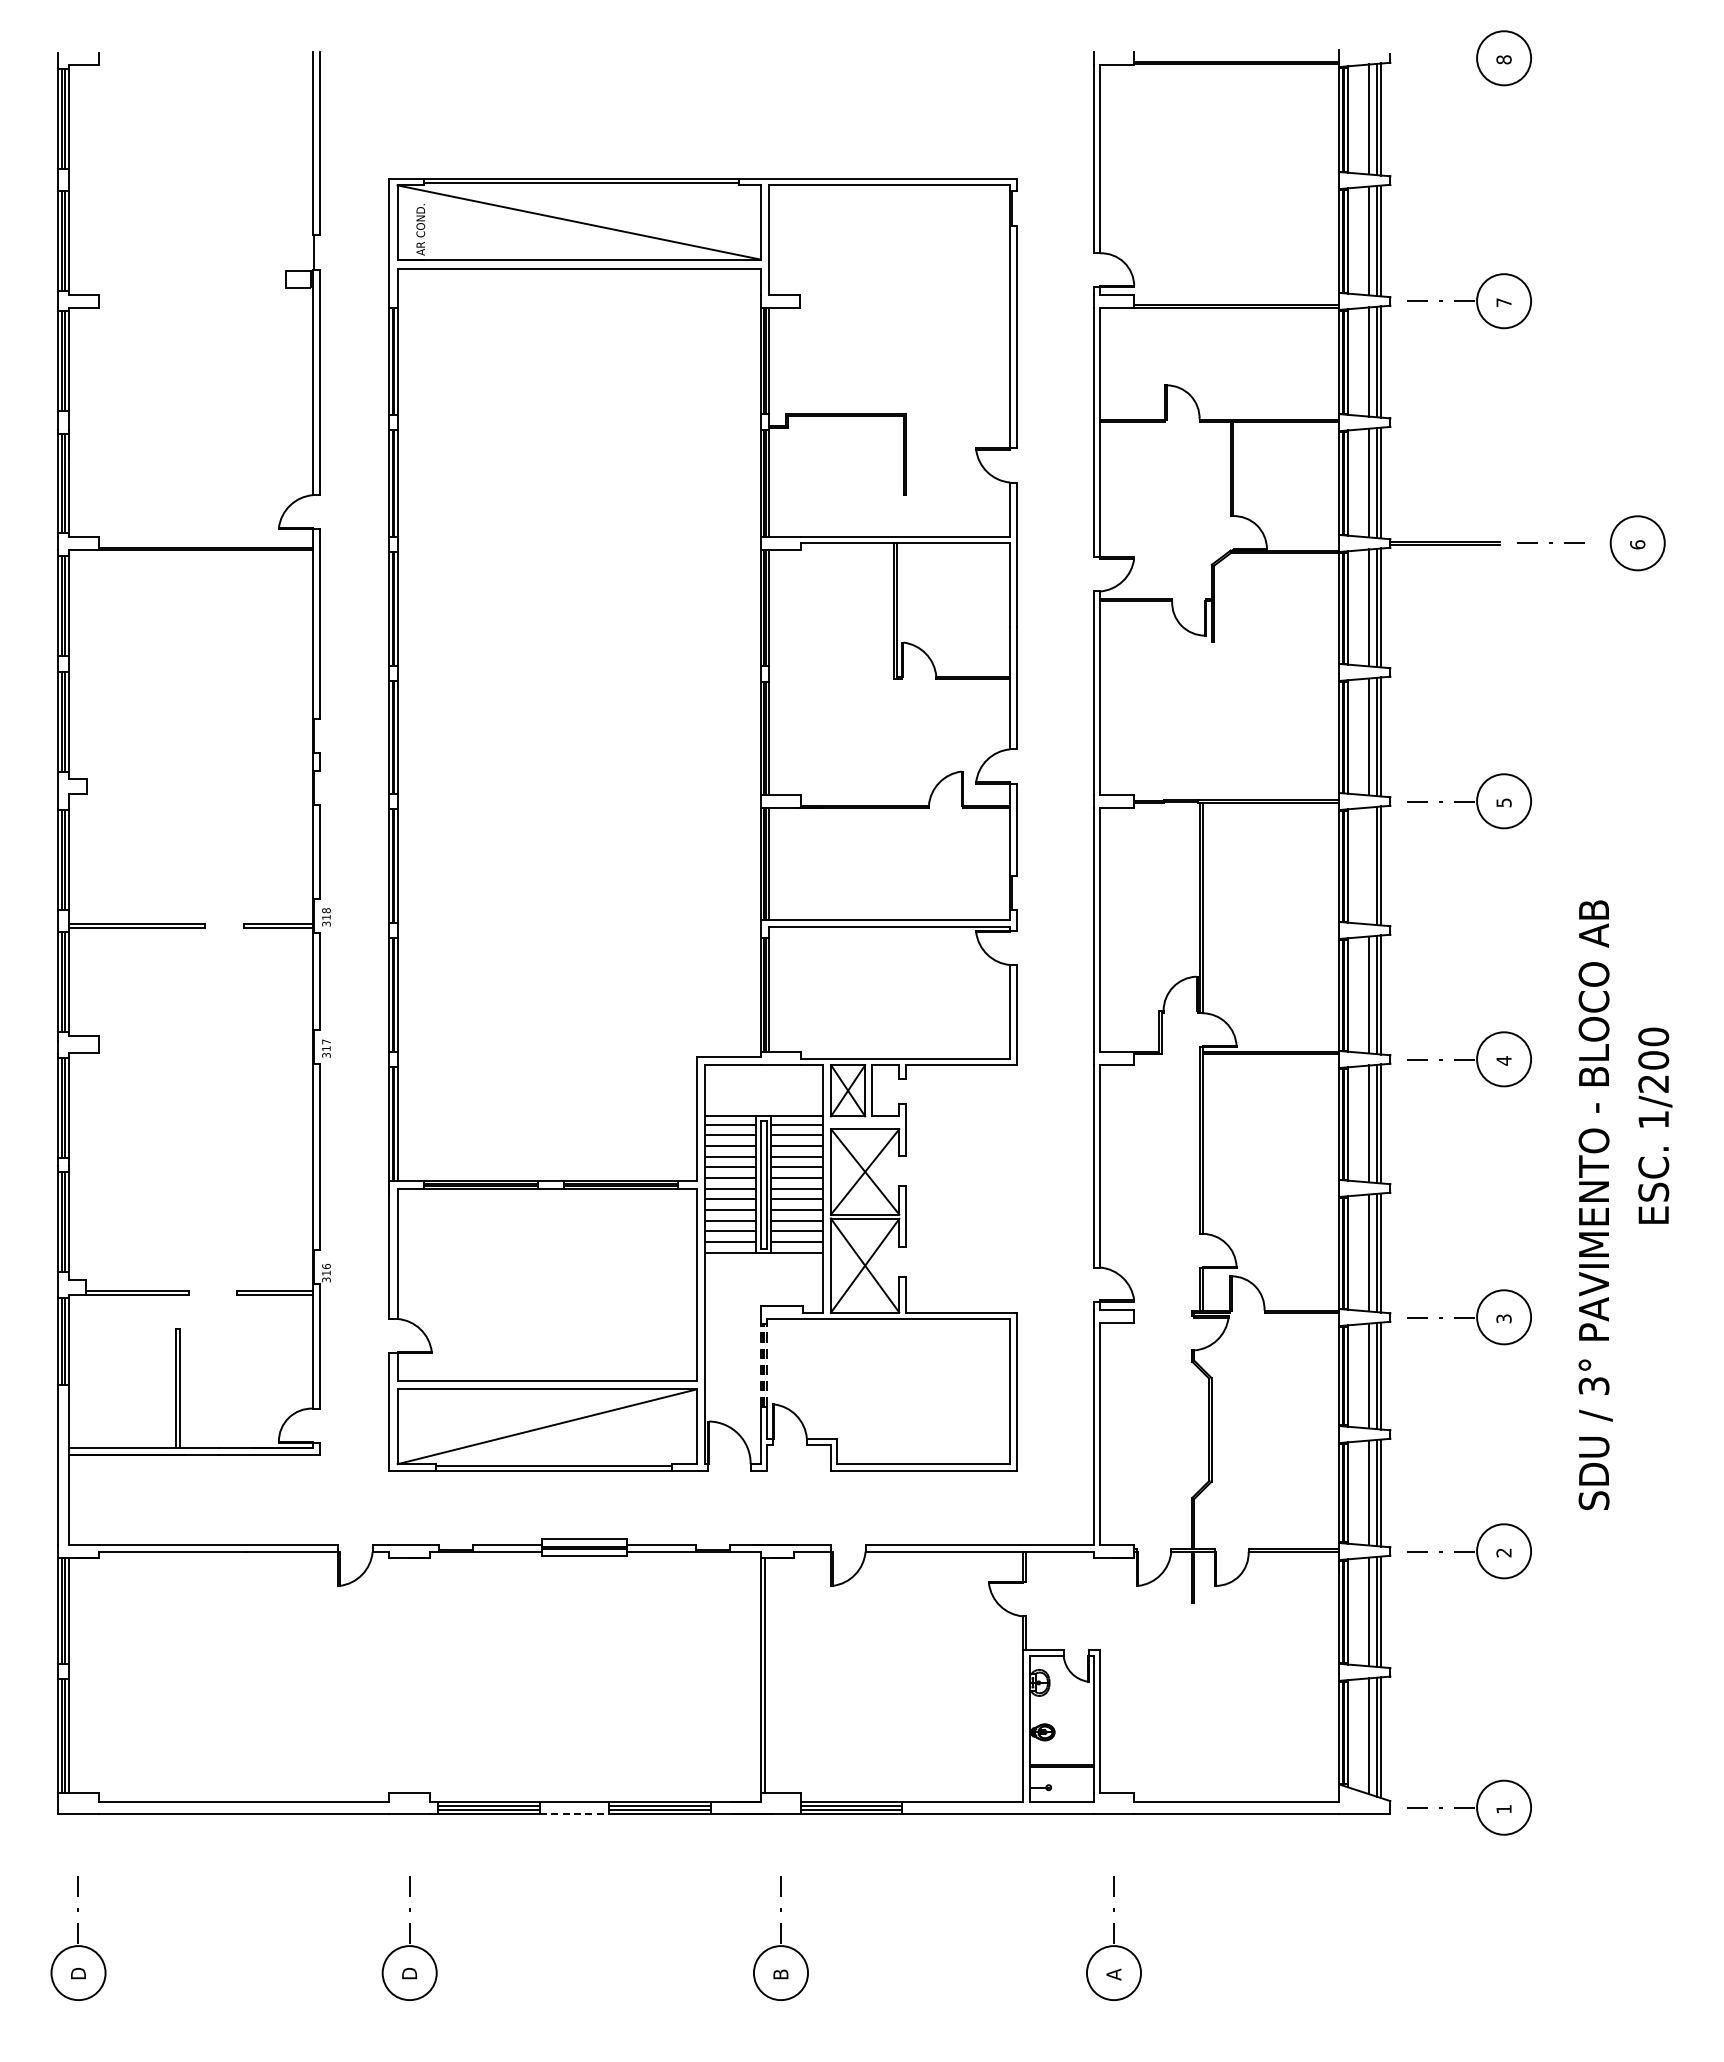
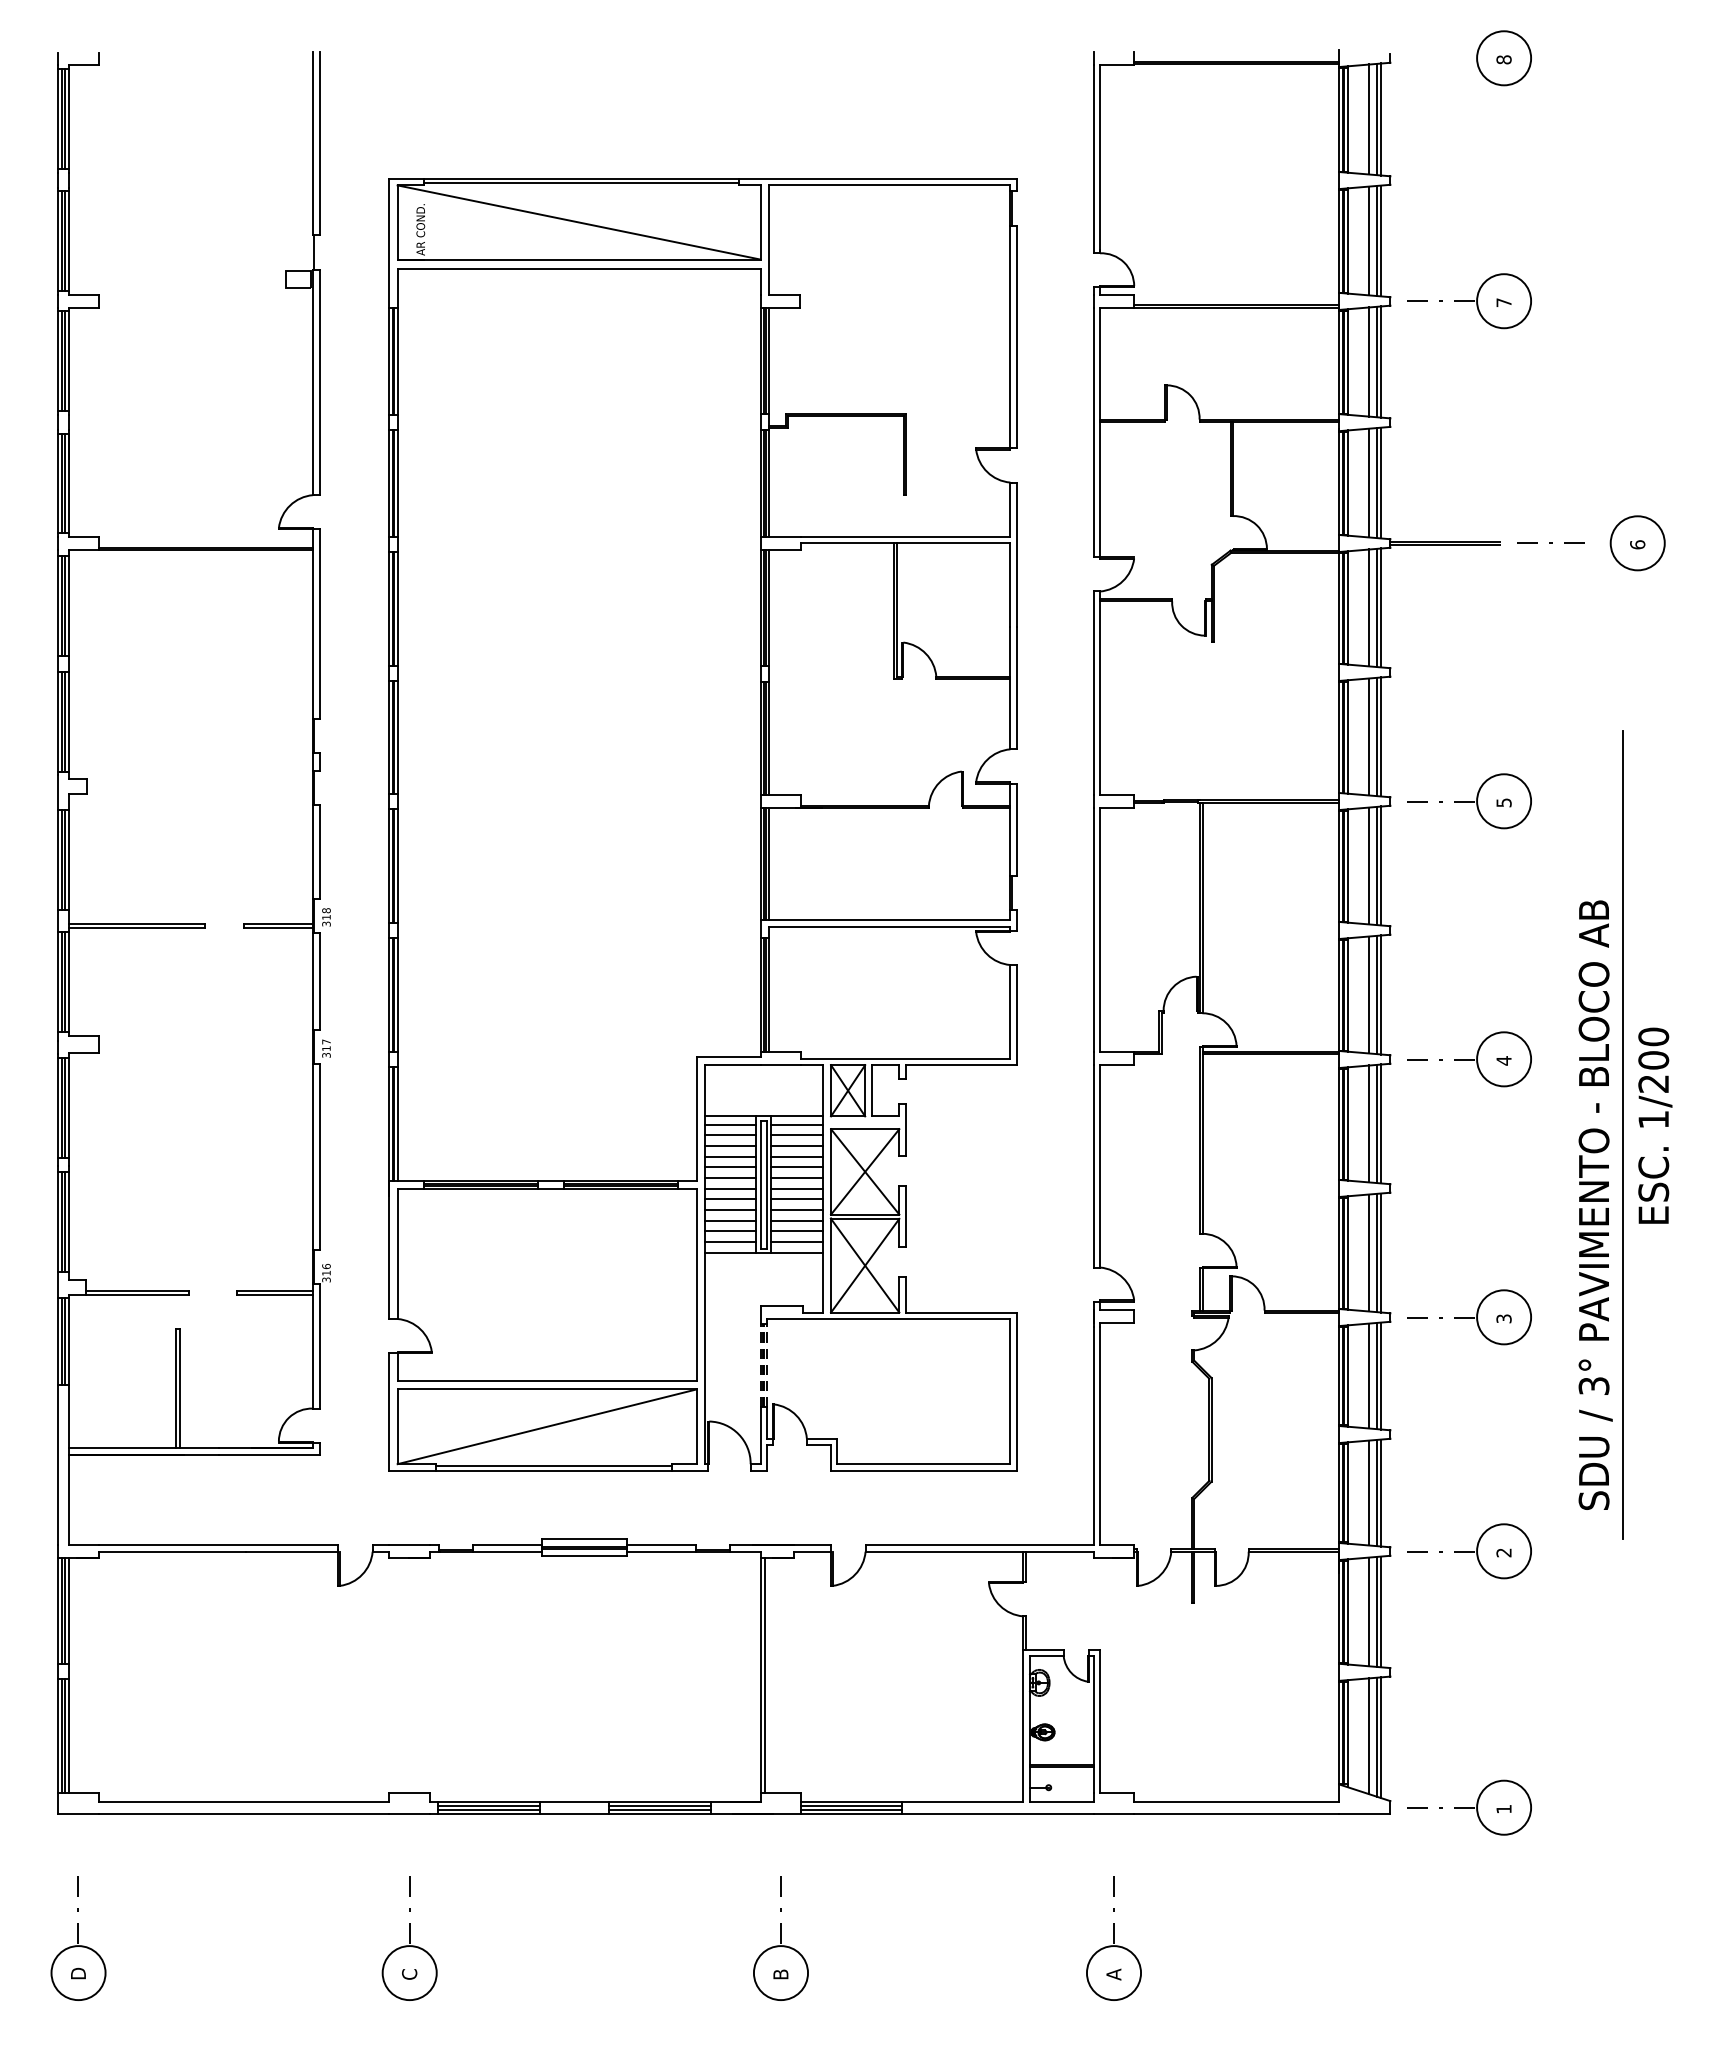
line at (1368, 865): none -> present
line at (1622, 1134): none -> present
line at (574, 1814): dashed -> solid
text at (409, 1973): D -> C
